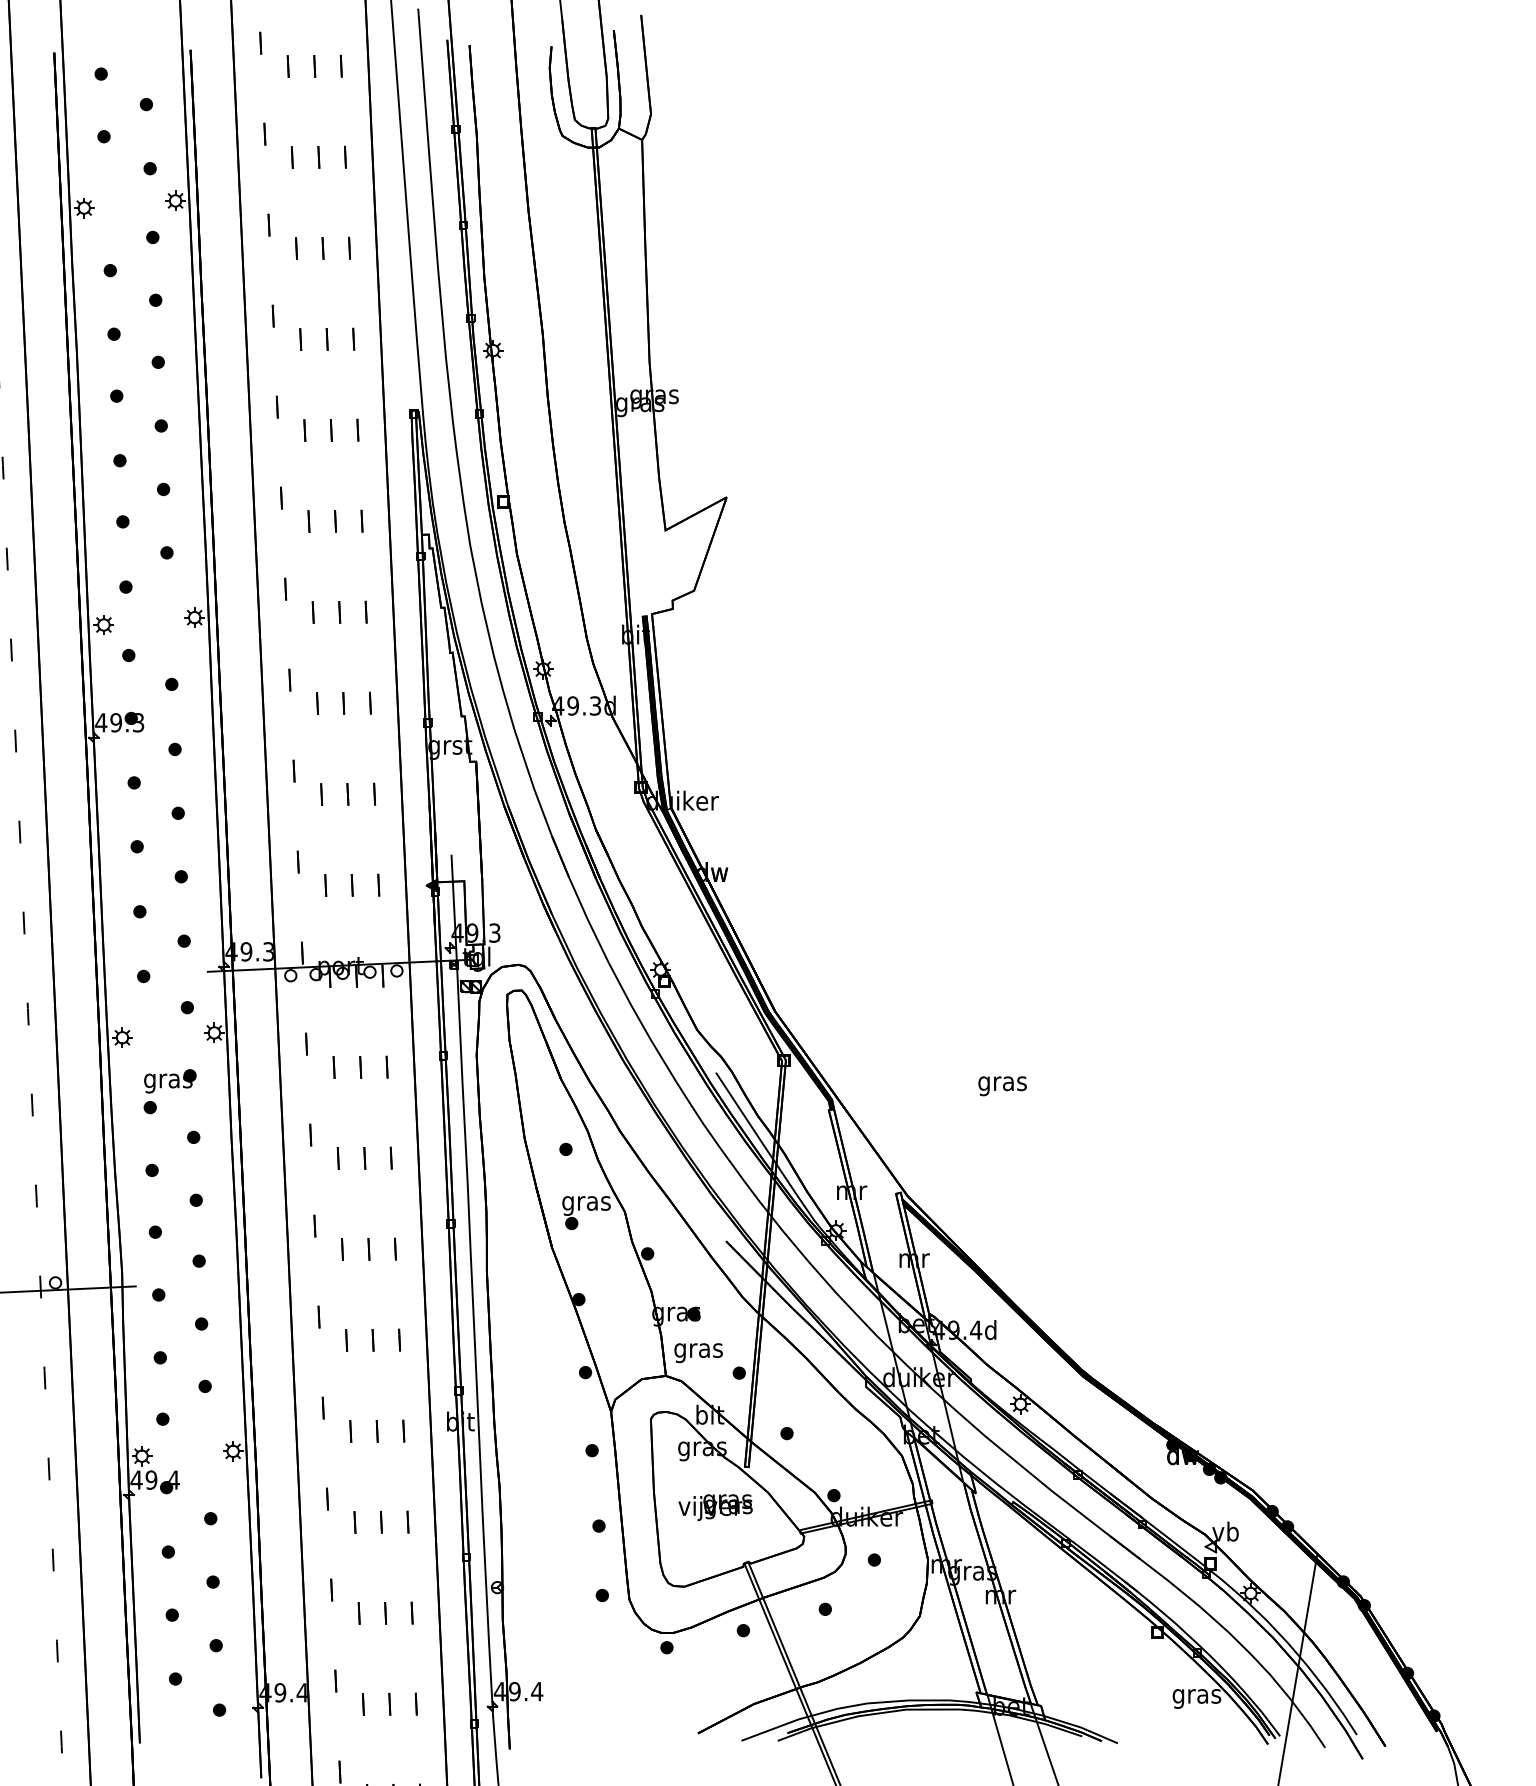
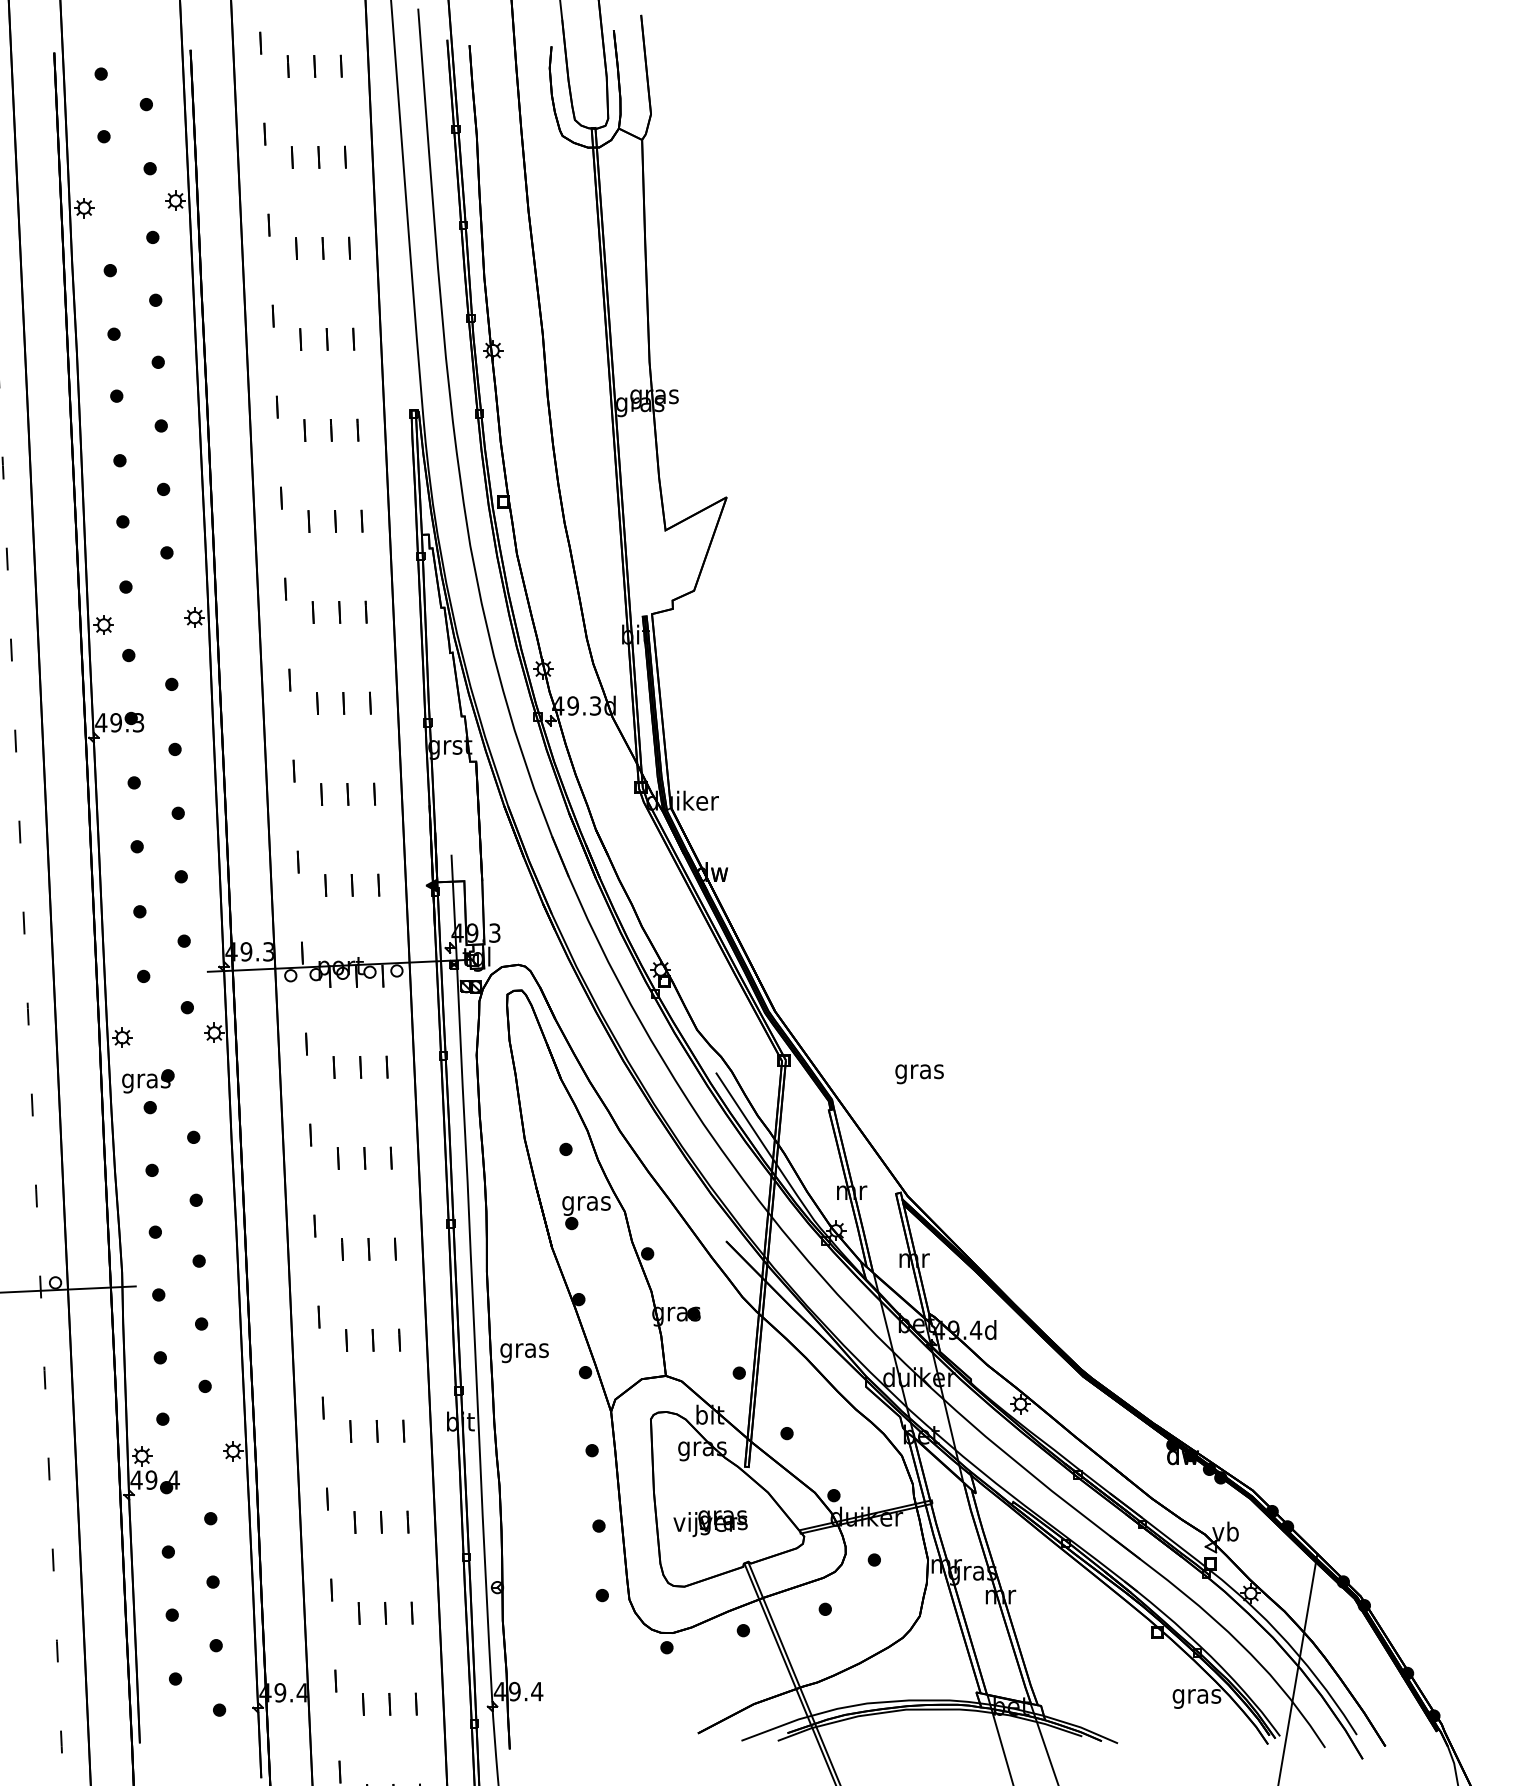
part at (170, 1081) position: (170, 1081) -> (148, 1081)
text at (1002, 1086) position: (1002, 1086) -> (919, 1074)
text at (698, 1353) position: (698, 1353) -> (524, 1353)
text at (715, 1507) position: (715, 1507) -> (710, 1523)
